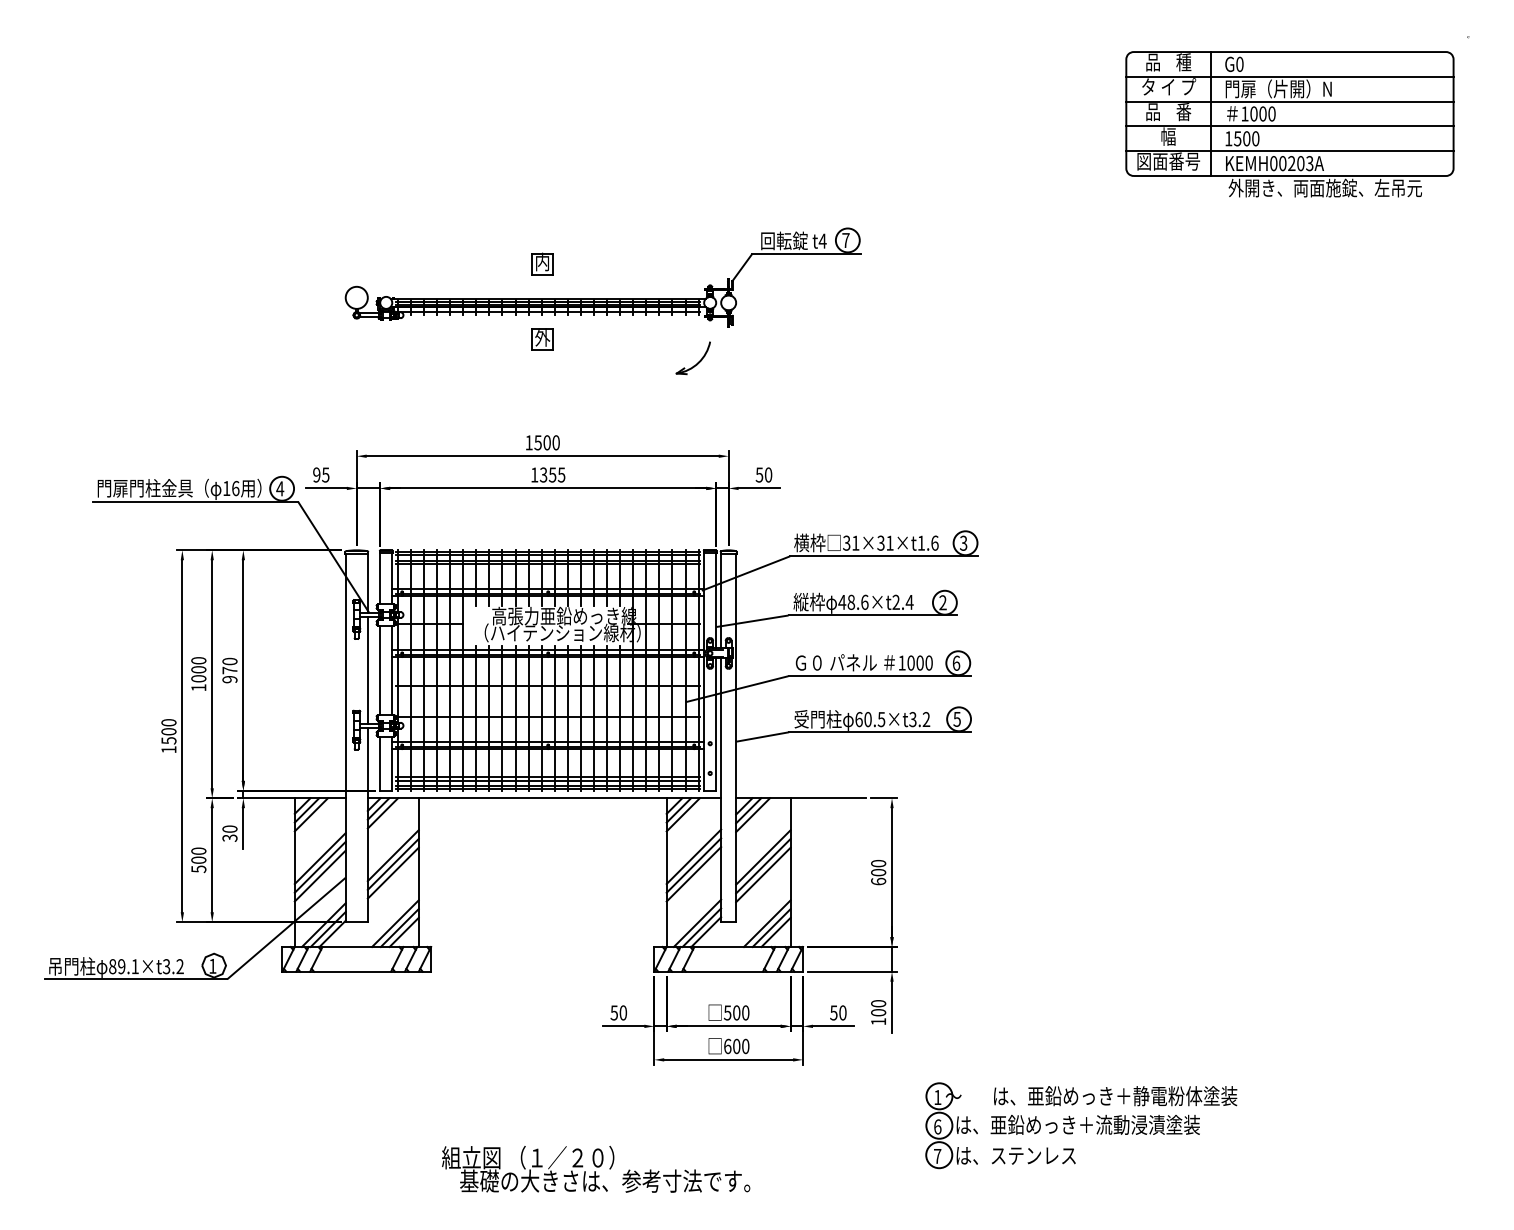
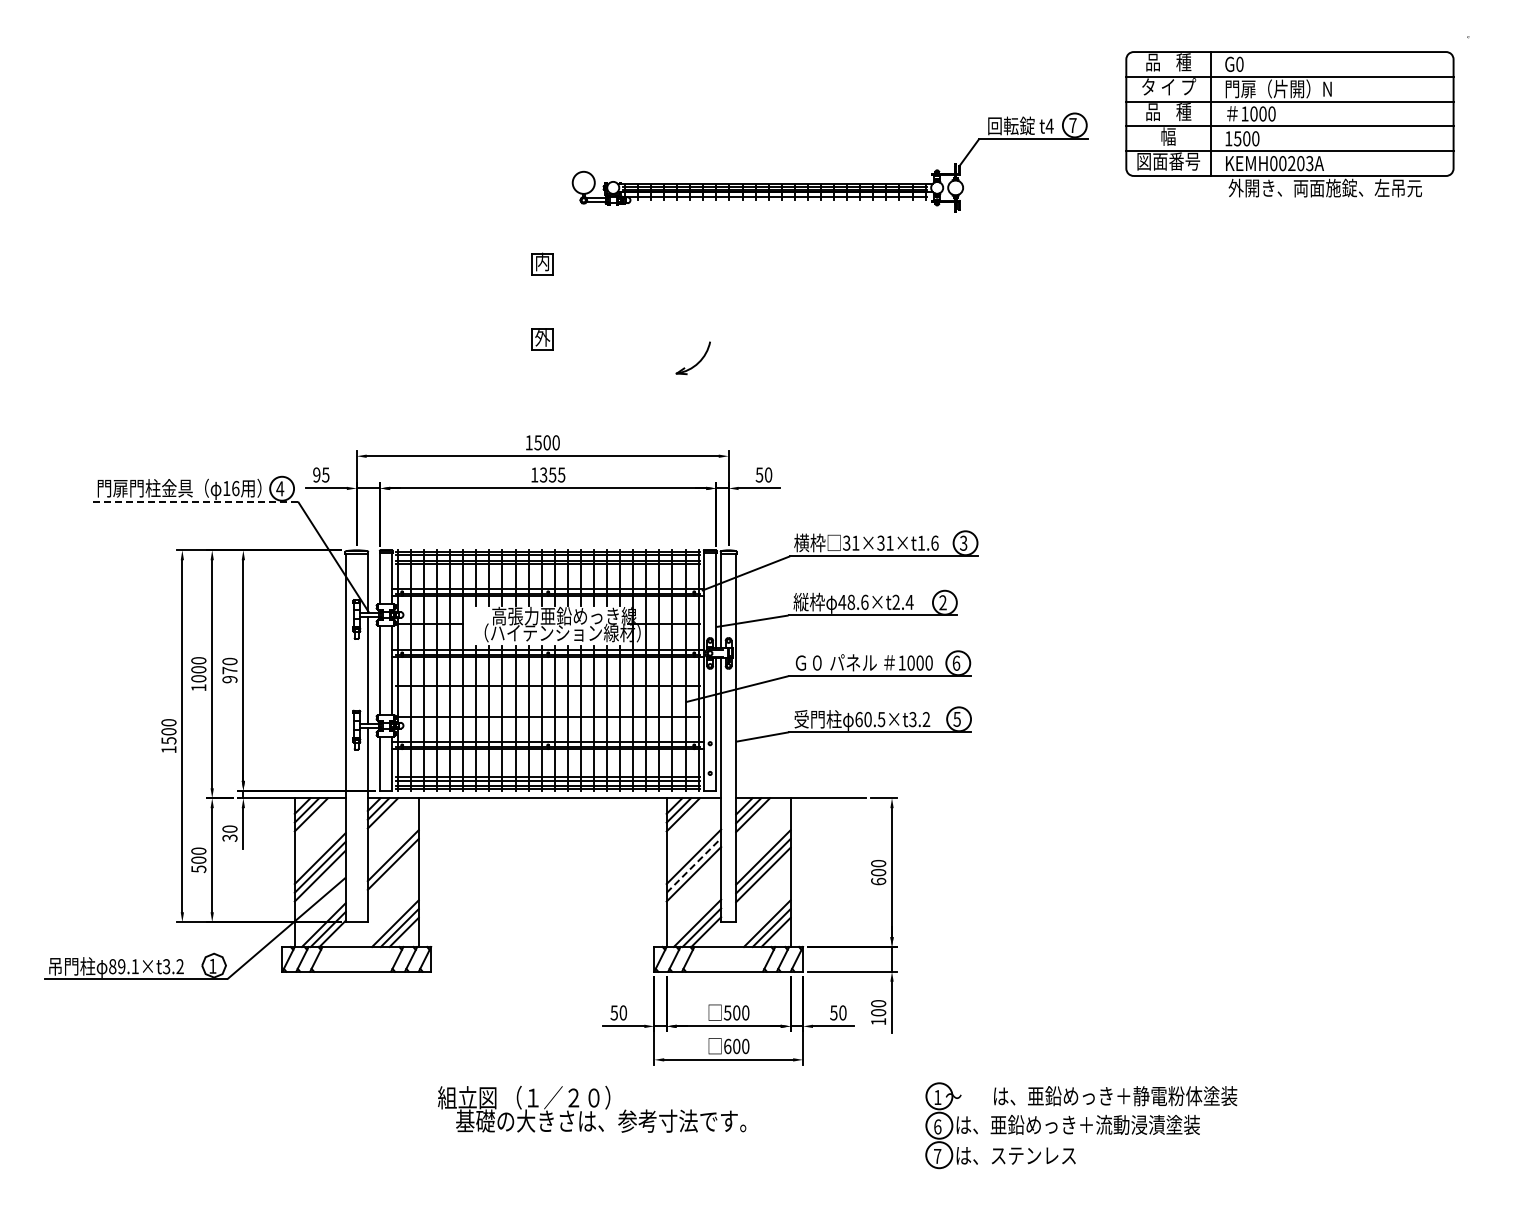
text at (1183, 111): 品    番 -> 品    種
part at (602, 298) position: (602, 298) -> (829, 183)
line at (196, 501): solid -> dashed
line at (693, 865): solid -> dashed
line at (392, 872): present -> none
text at (596, 1169) position: (596, 1169) -> (592, 1109)
